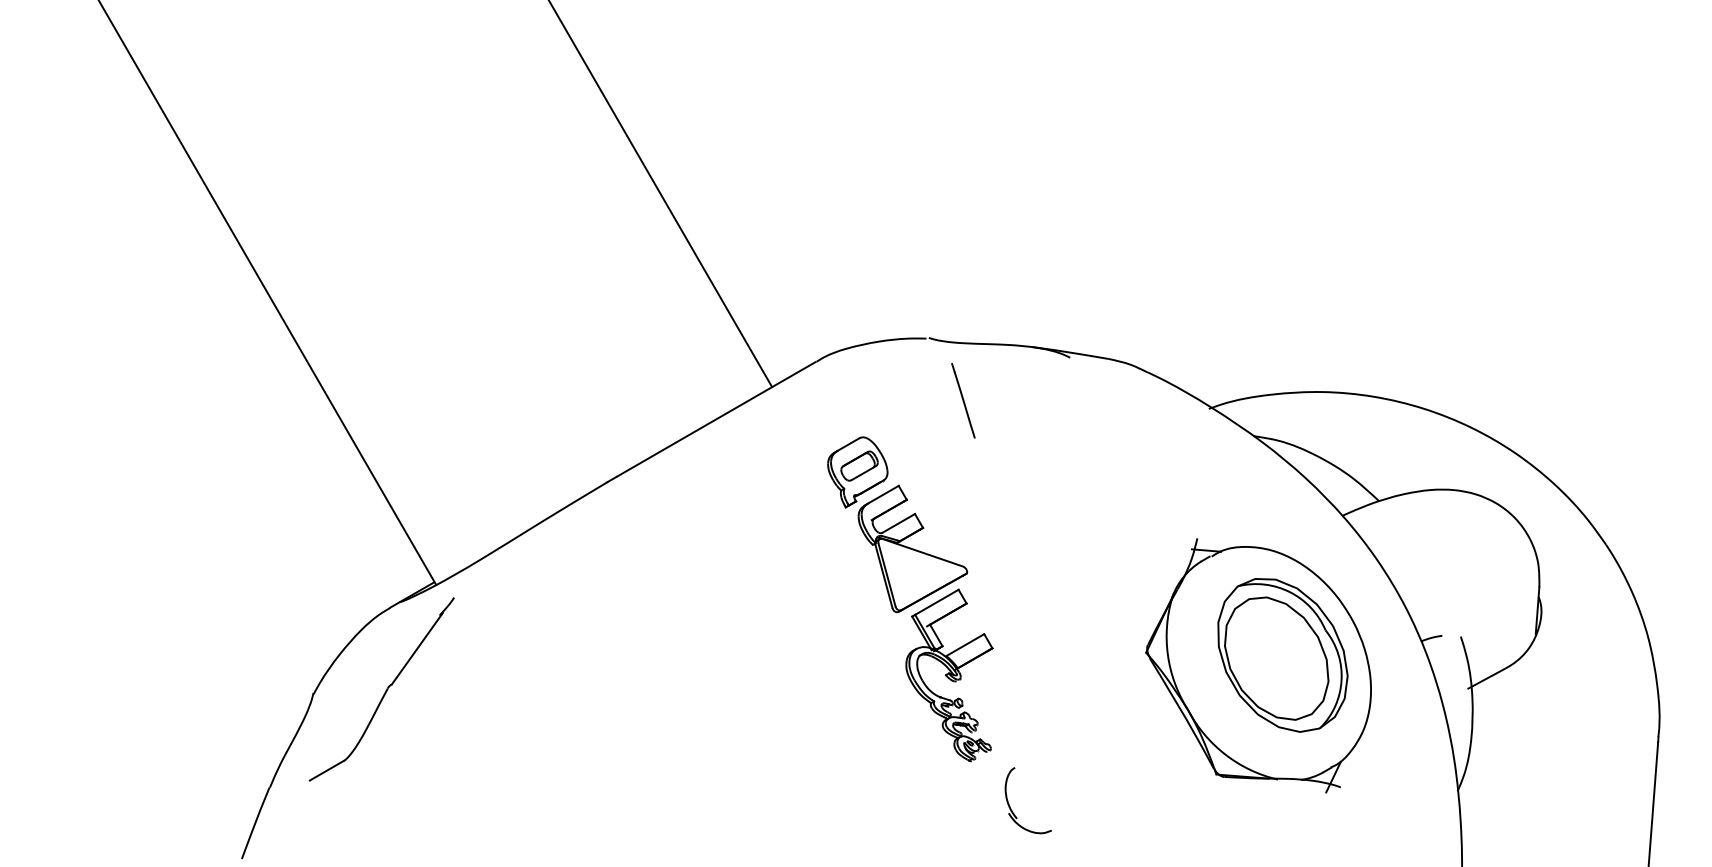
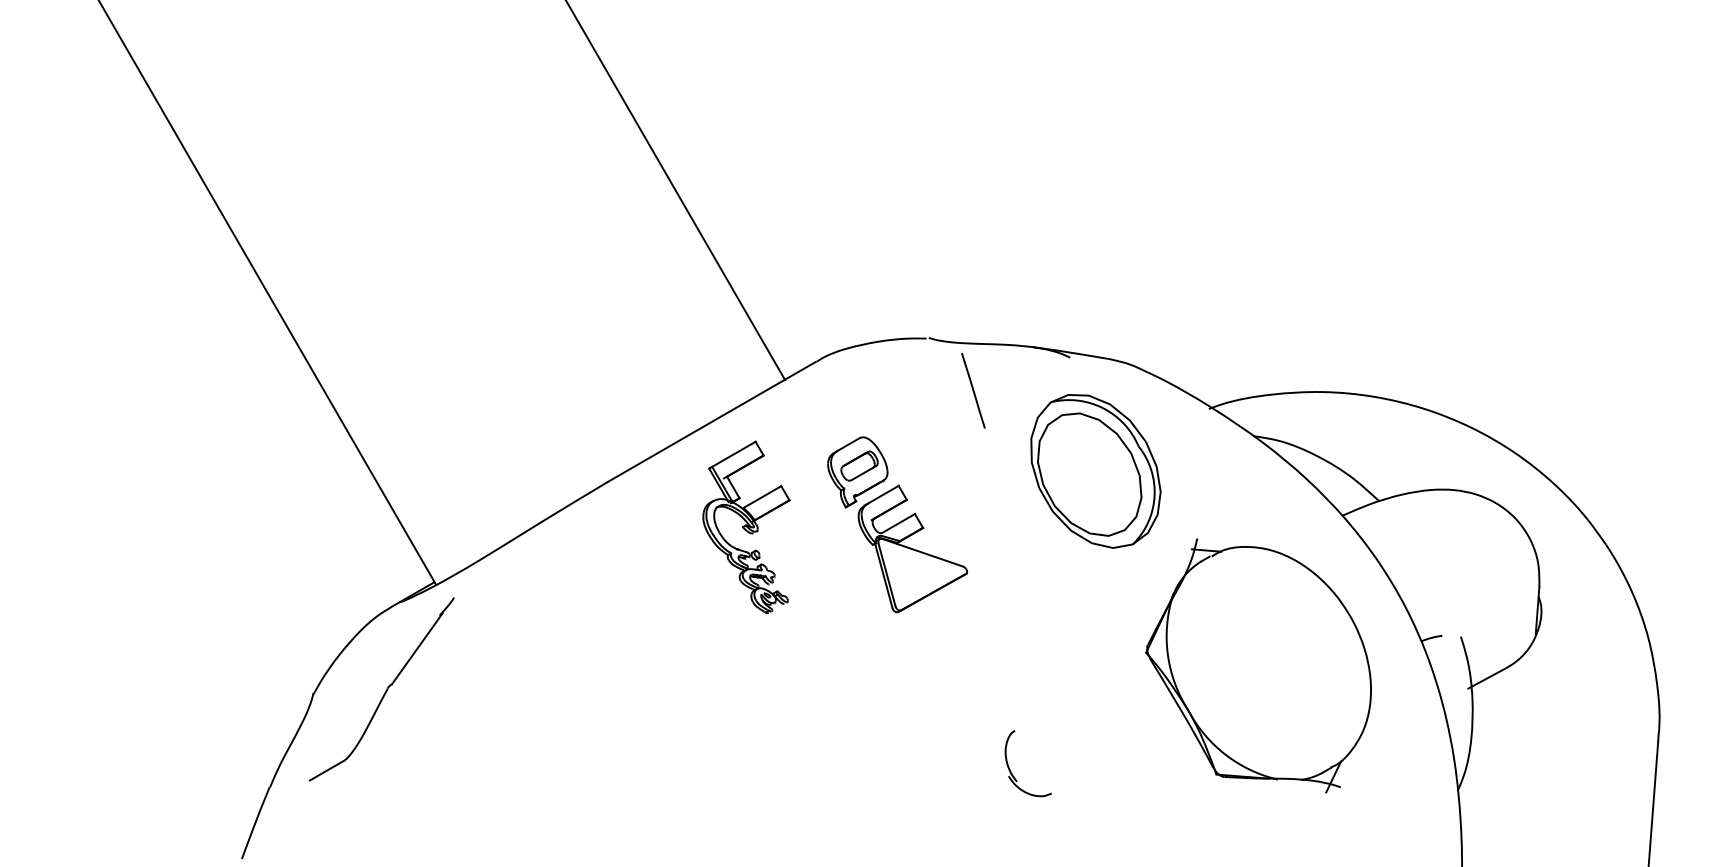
line at (661, 194) position: (661, 194) -> (676, 191)
line at (963, 400) position: (963, 400) -> (973, 390)
part at (1282, 655) position: (1282, 655) -> (1095, 471)
part at (949, 675) position: (949, 675) -> (746, 527)
part at (1011, 808) position: (1011, 808) -> (1011, 771)
